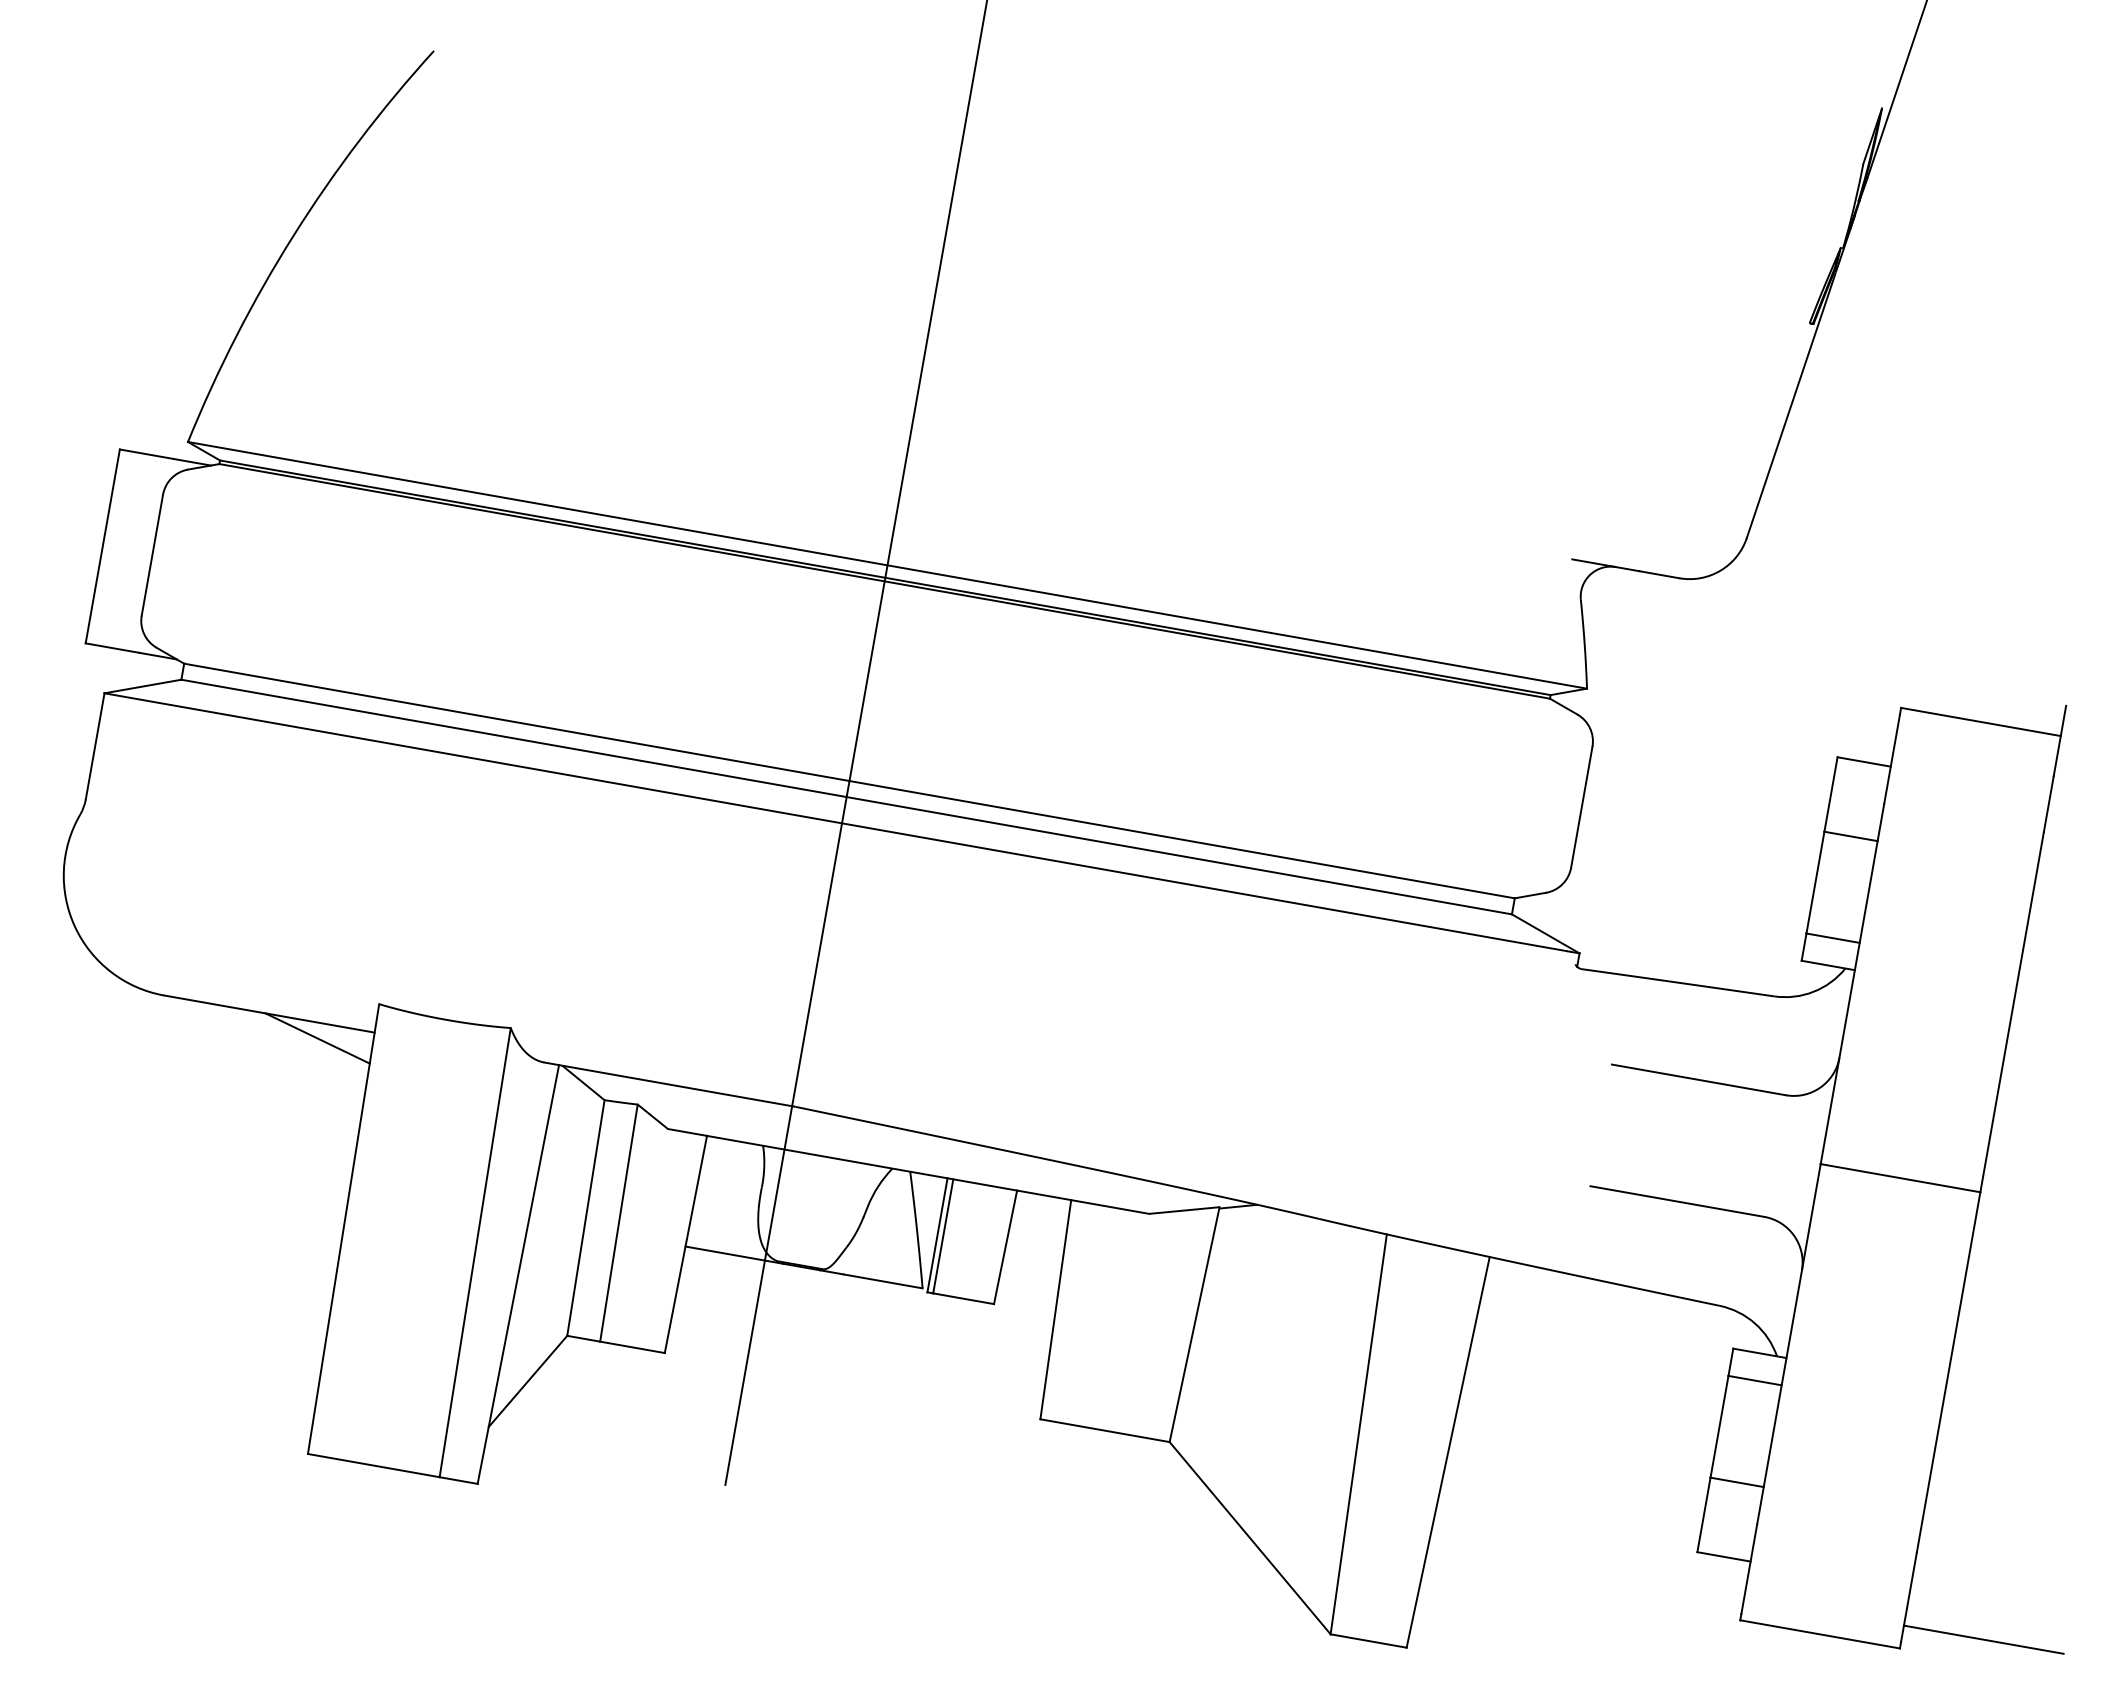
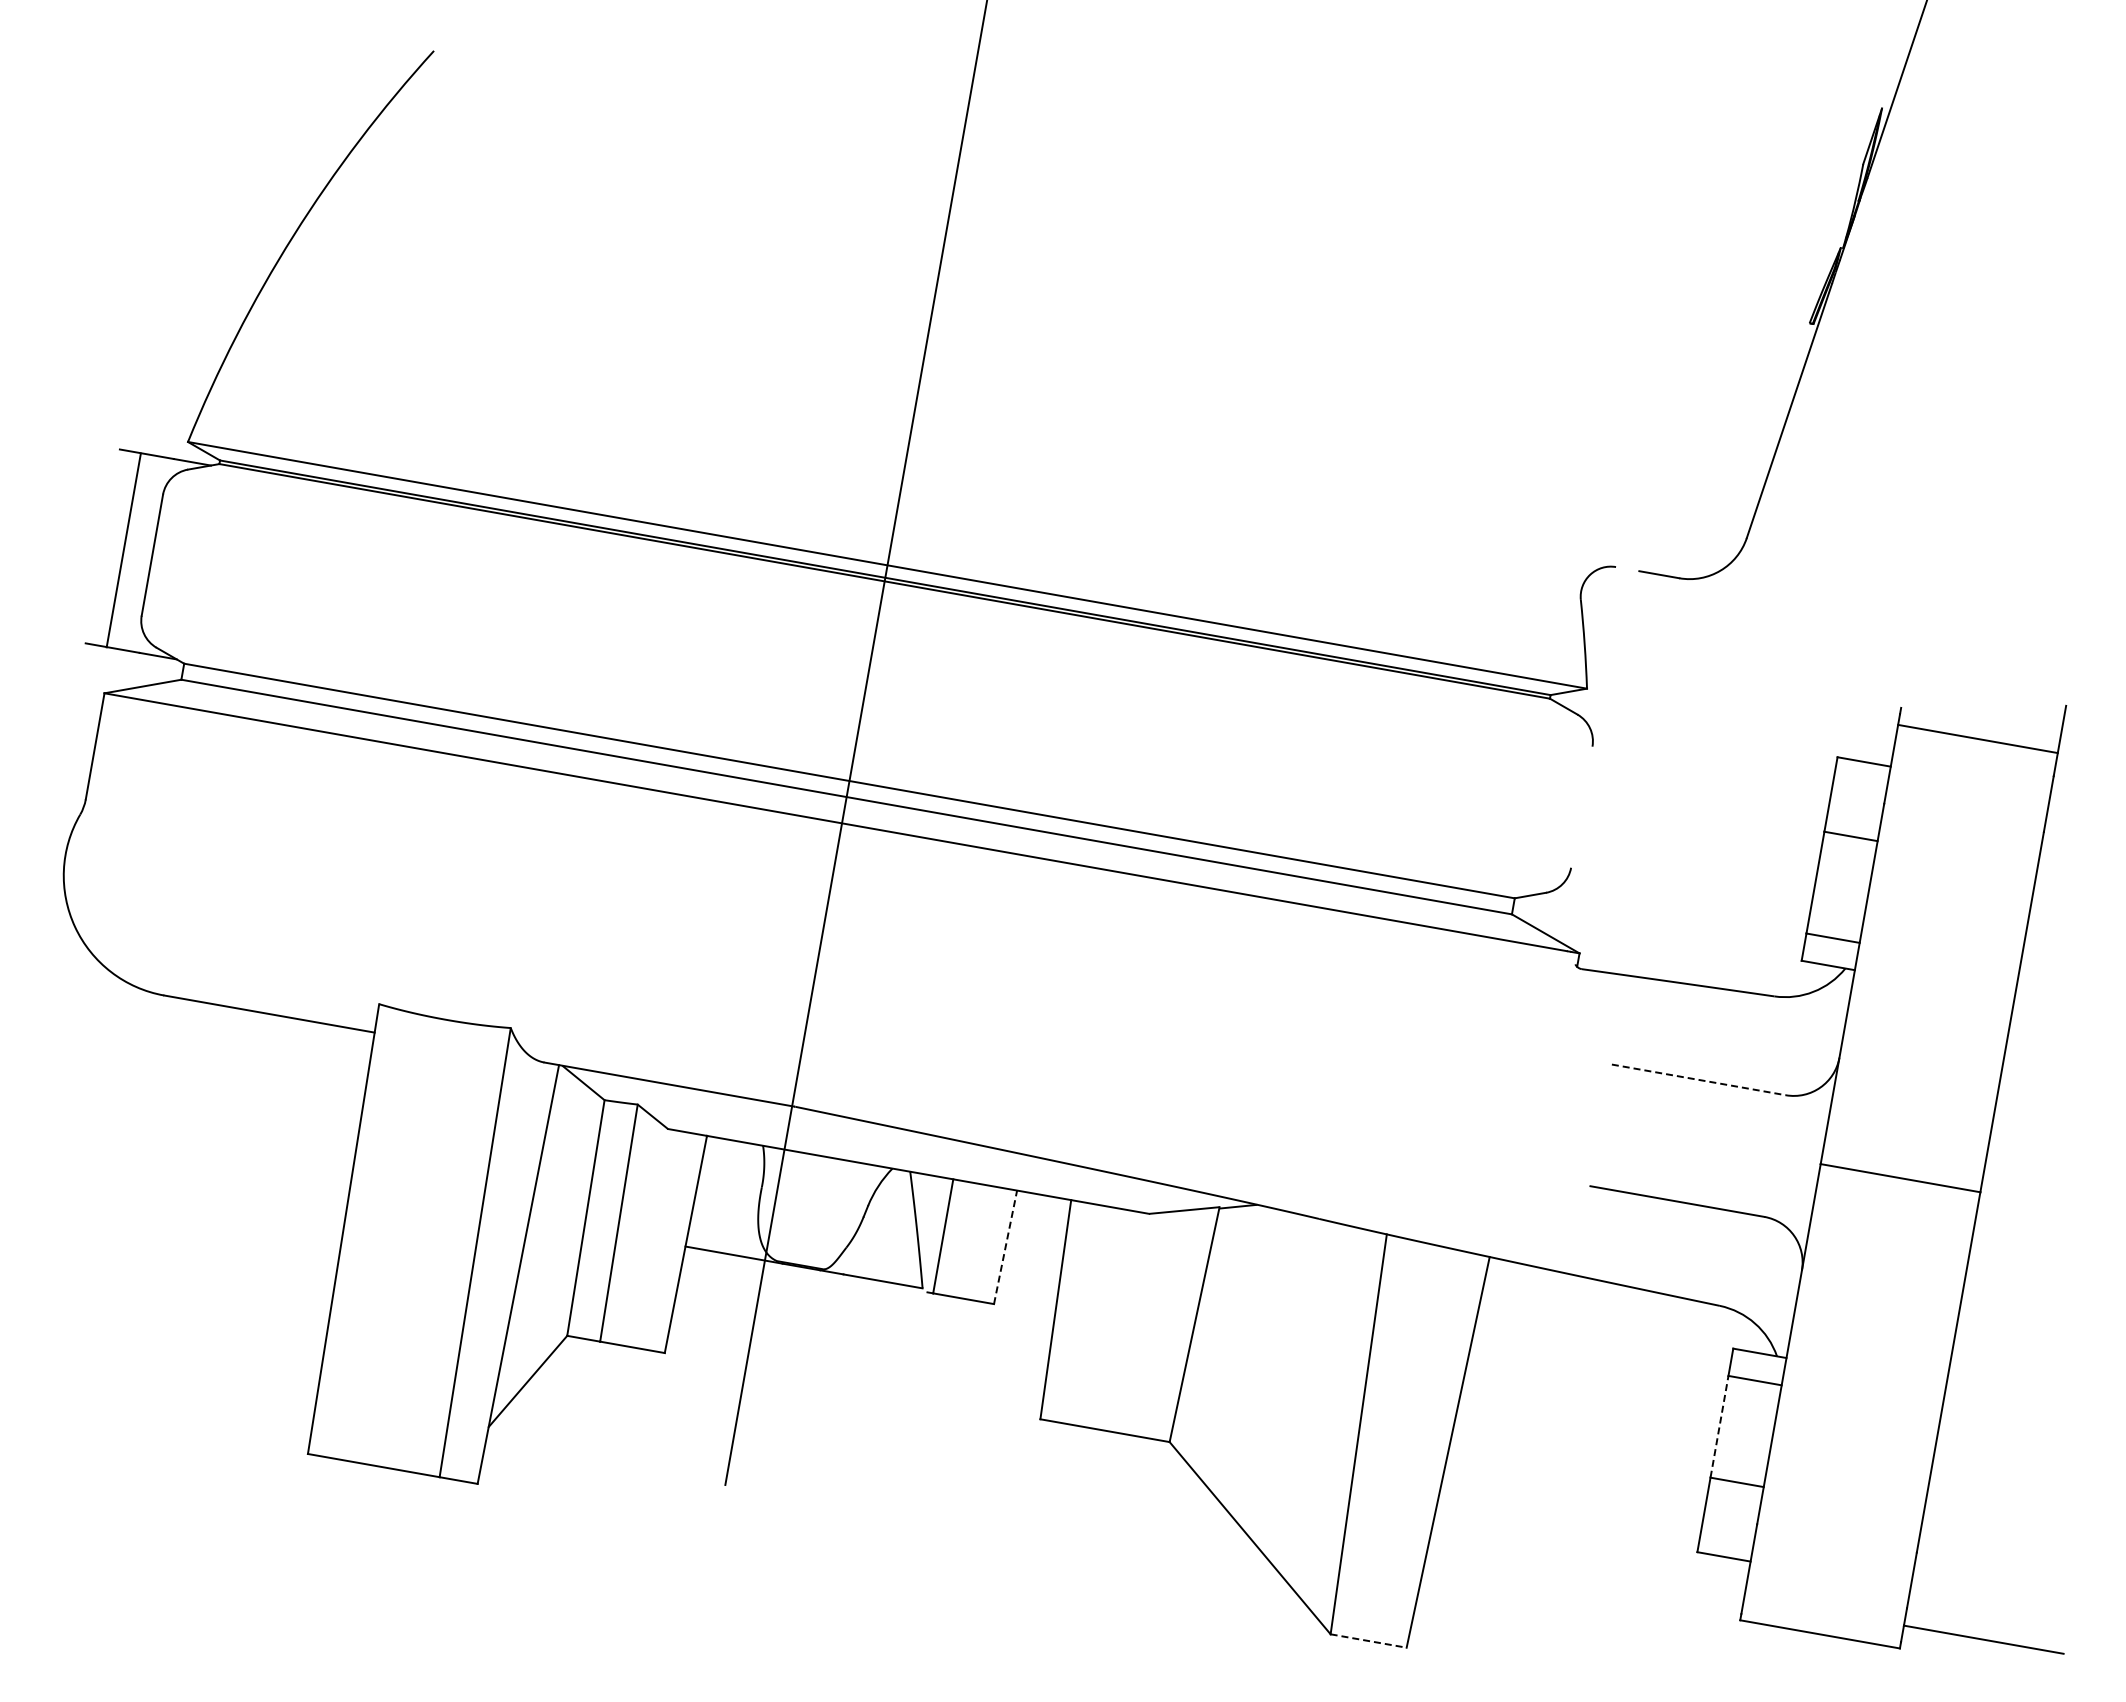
line at (102, 546) position: (102, 546) -> (123, 550)
line at (1605, 565): present -> none
line at (1980, 721) position: (1980, 721) -> (1977, 738)
line at (1581, 806): present -> none
line at (317, 1038): present -> none
line at (1699, 1079): solid -> dashed
line at (937, 1235): present -> none
line at (1005, 1247): solid -> dashed
line at (1719, 1426): solid -> dashed
line at (1368, 1641): solid -> dashed
